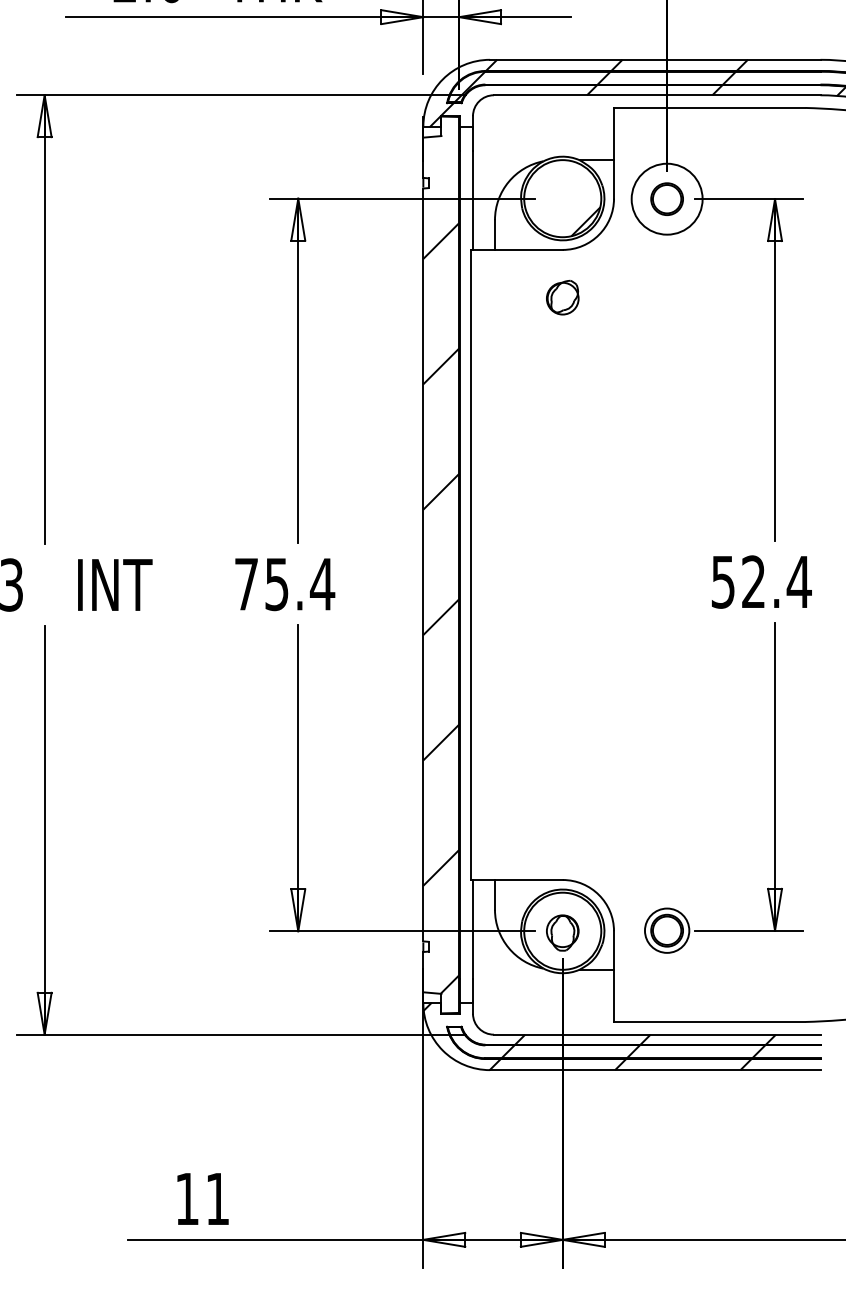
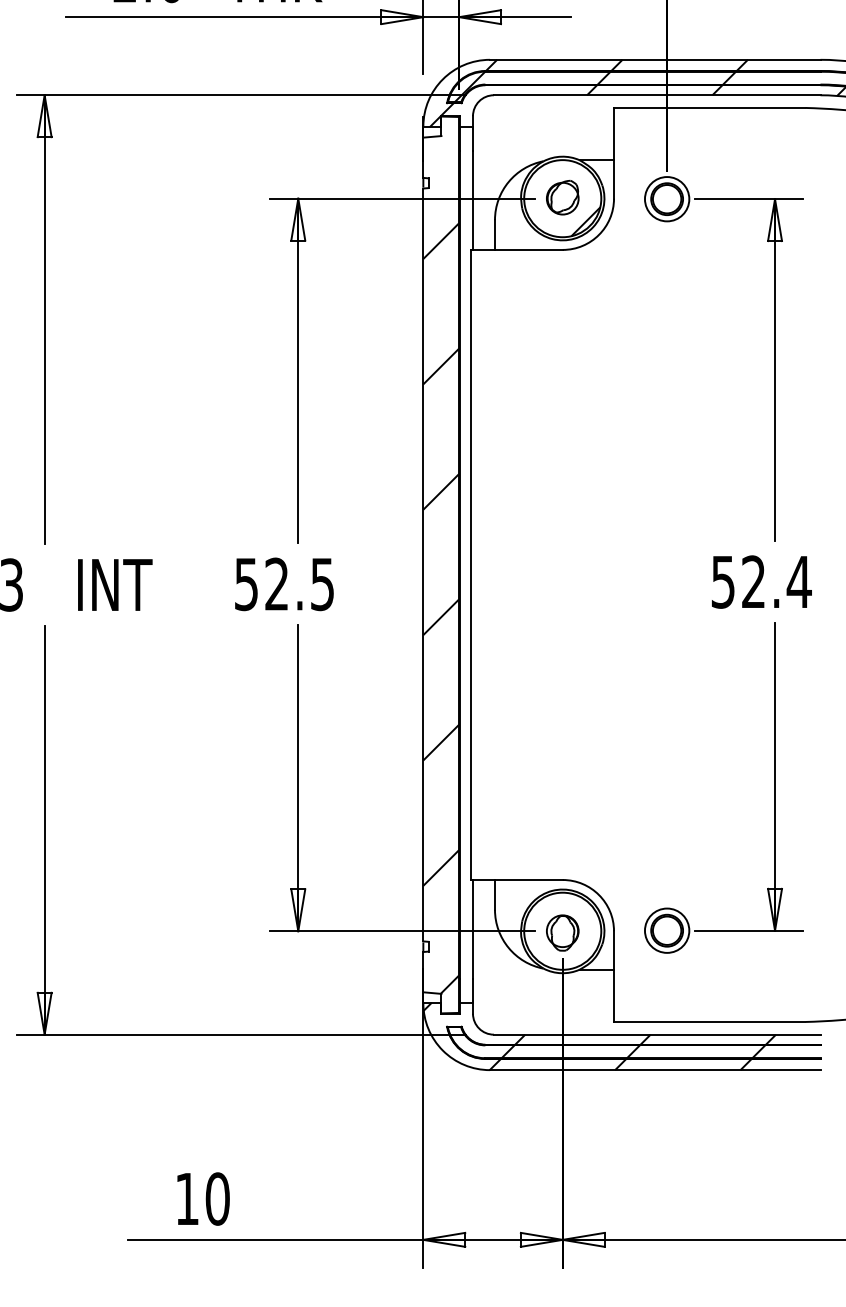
circle at (666, 198) diameter: 71 px -> 44 px
part at (562, 297) position: (562, 297) -> (562, 197)
text at (285, 584): 75.4 -> 52.5
text at (217, 1198): 11 -> 10
